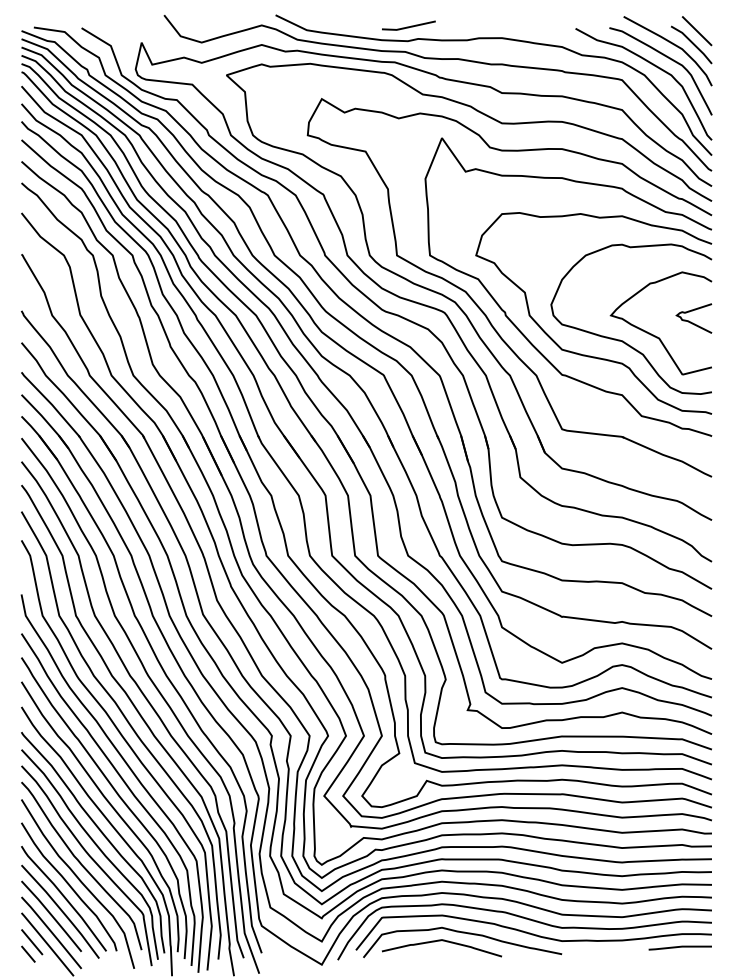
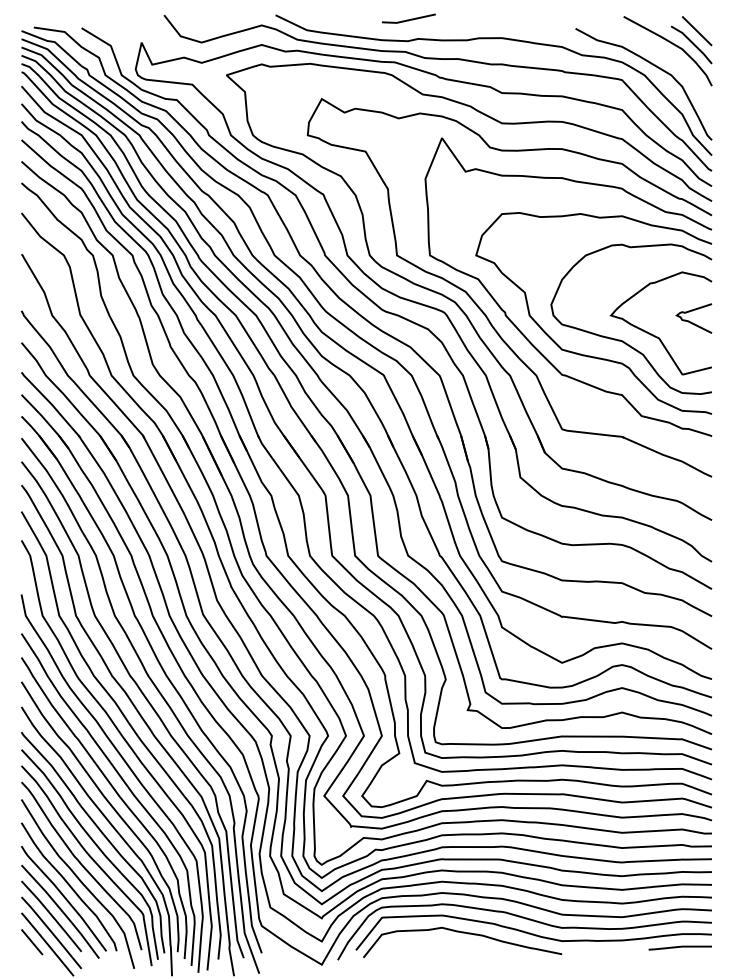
line at (408, 26) position: (408, 26) -> (408, 19)
curve at (669, 59): present -> none
curve at (441, 941): present -> none
line at (28, 953): present -> none
